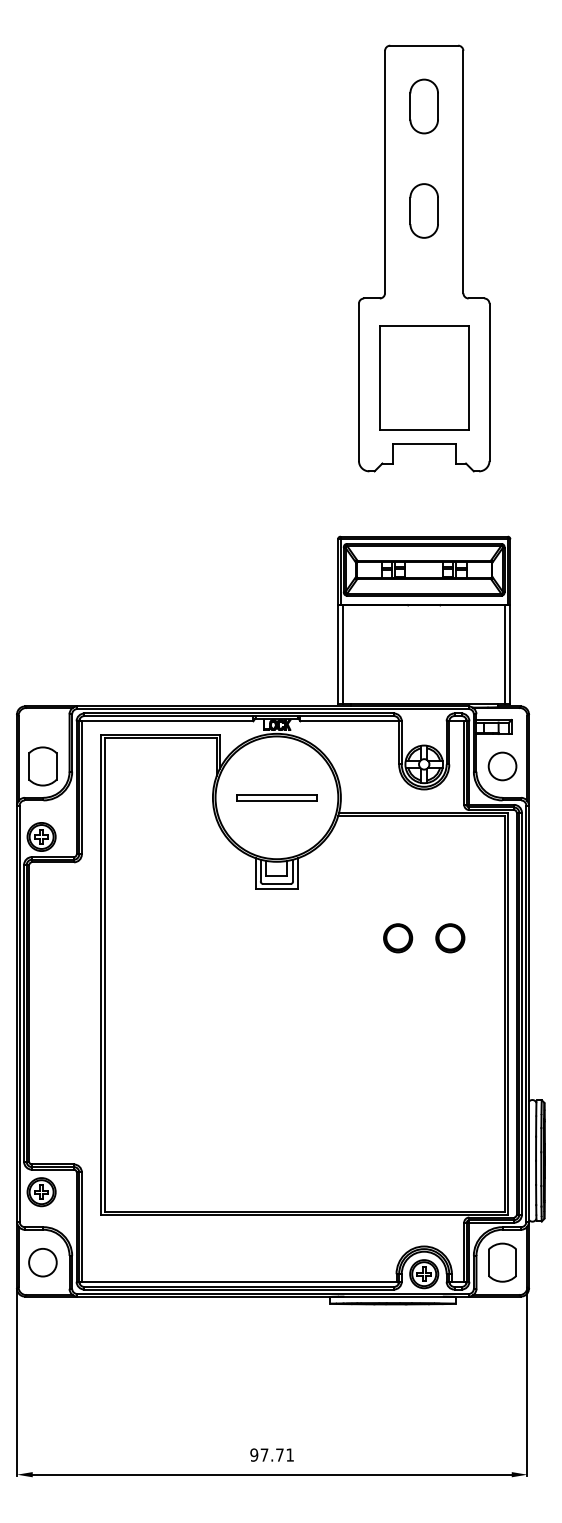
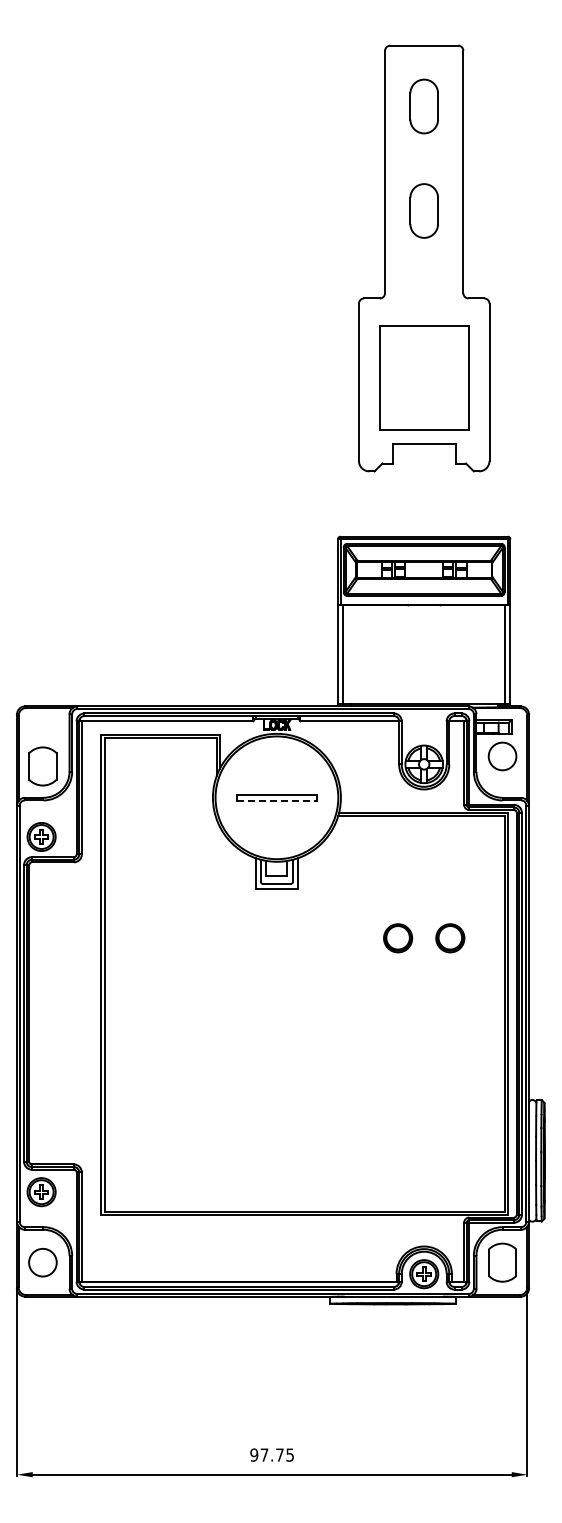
circle at (502, 766) position: (502, 766) -> (502, 756)
line at (277, 800): solid -> dashed
text at (289, 1454): 97.71 -> 97.75
